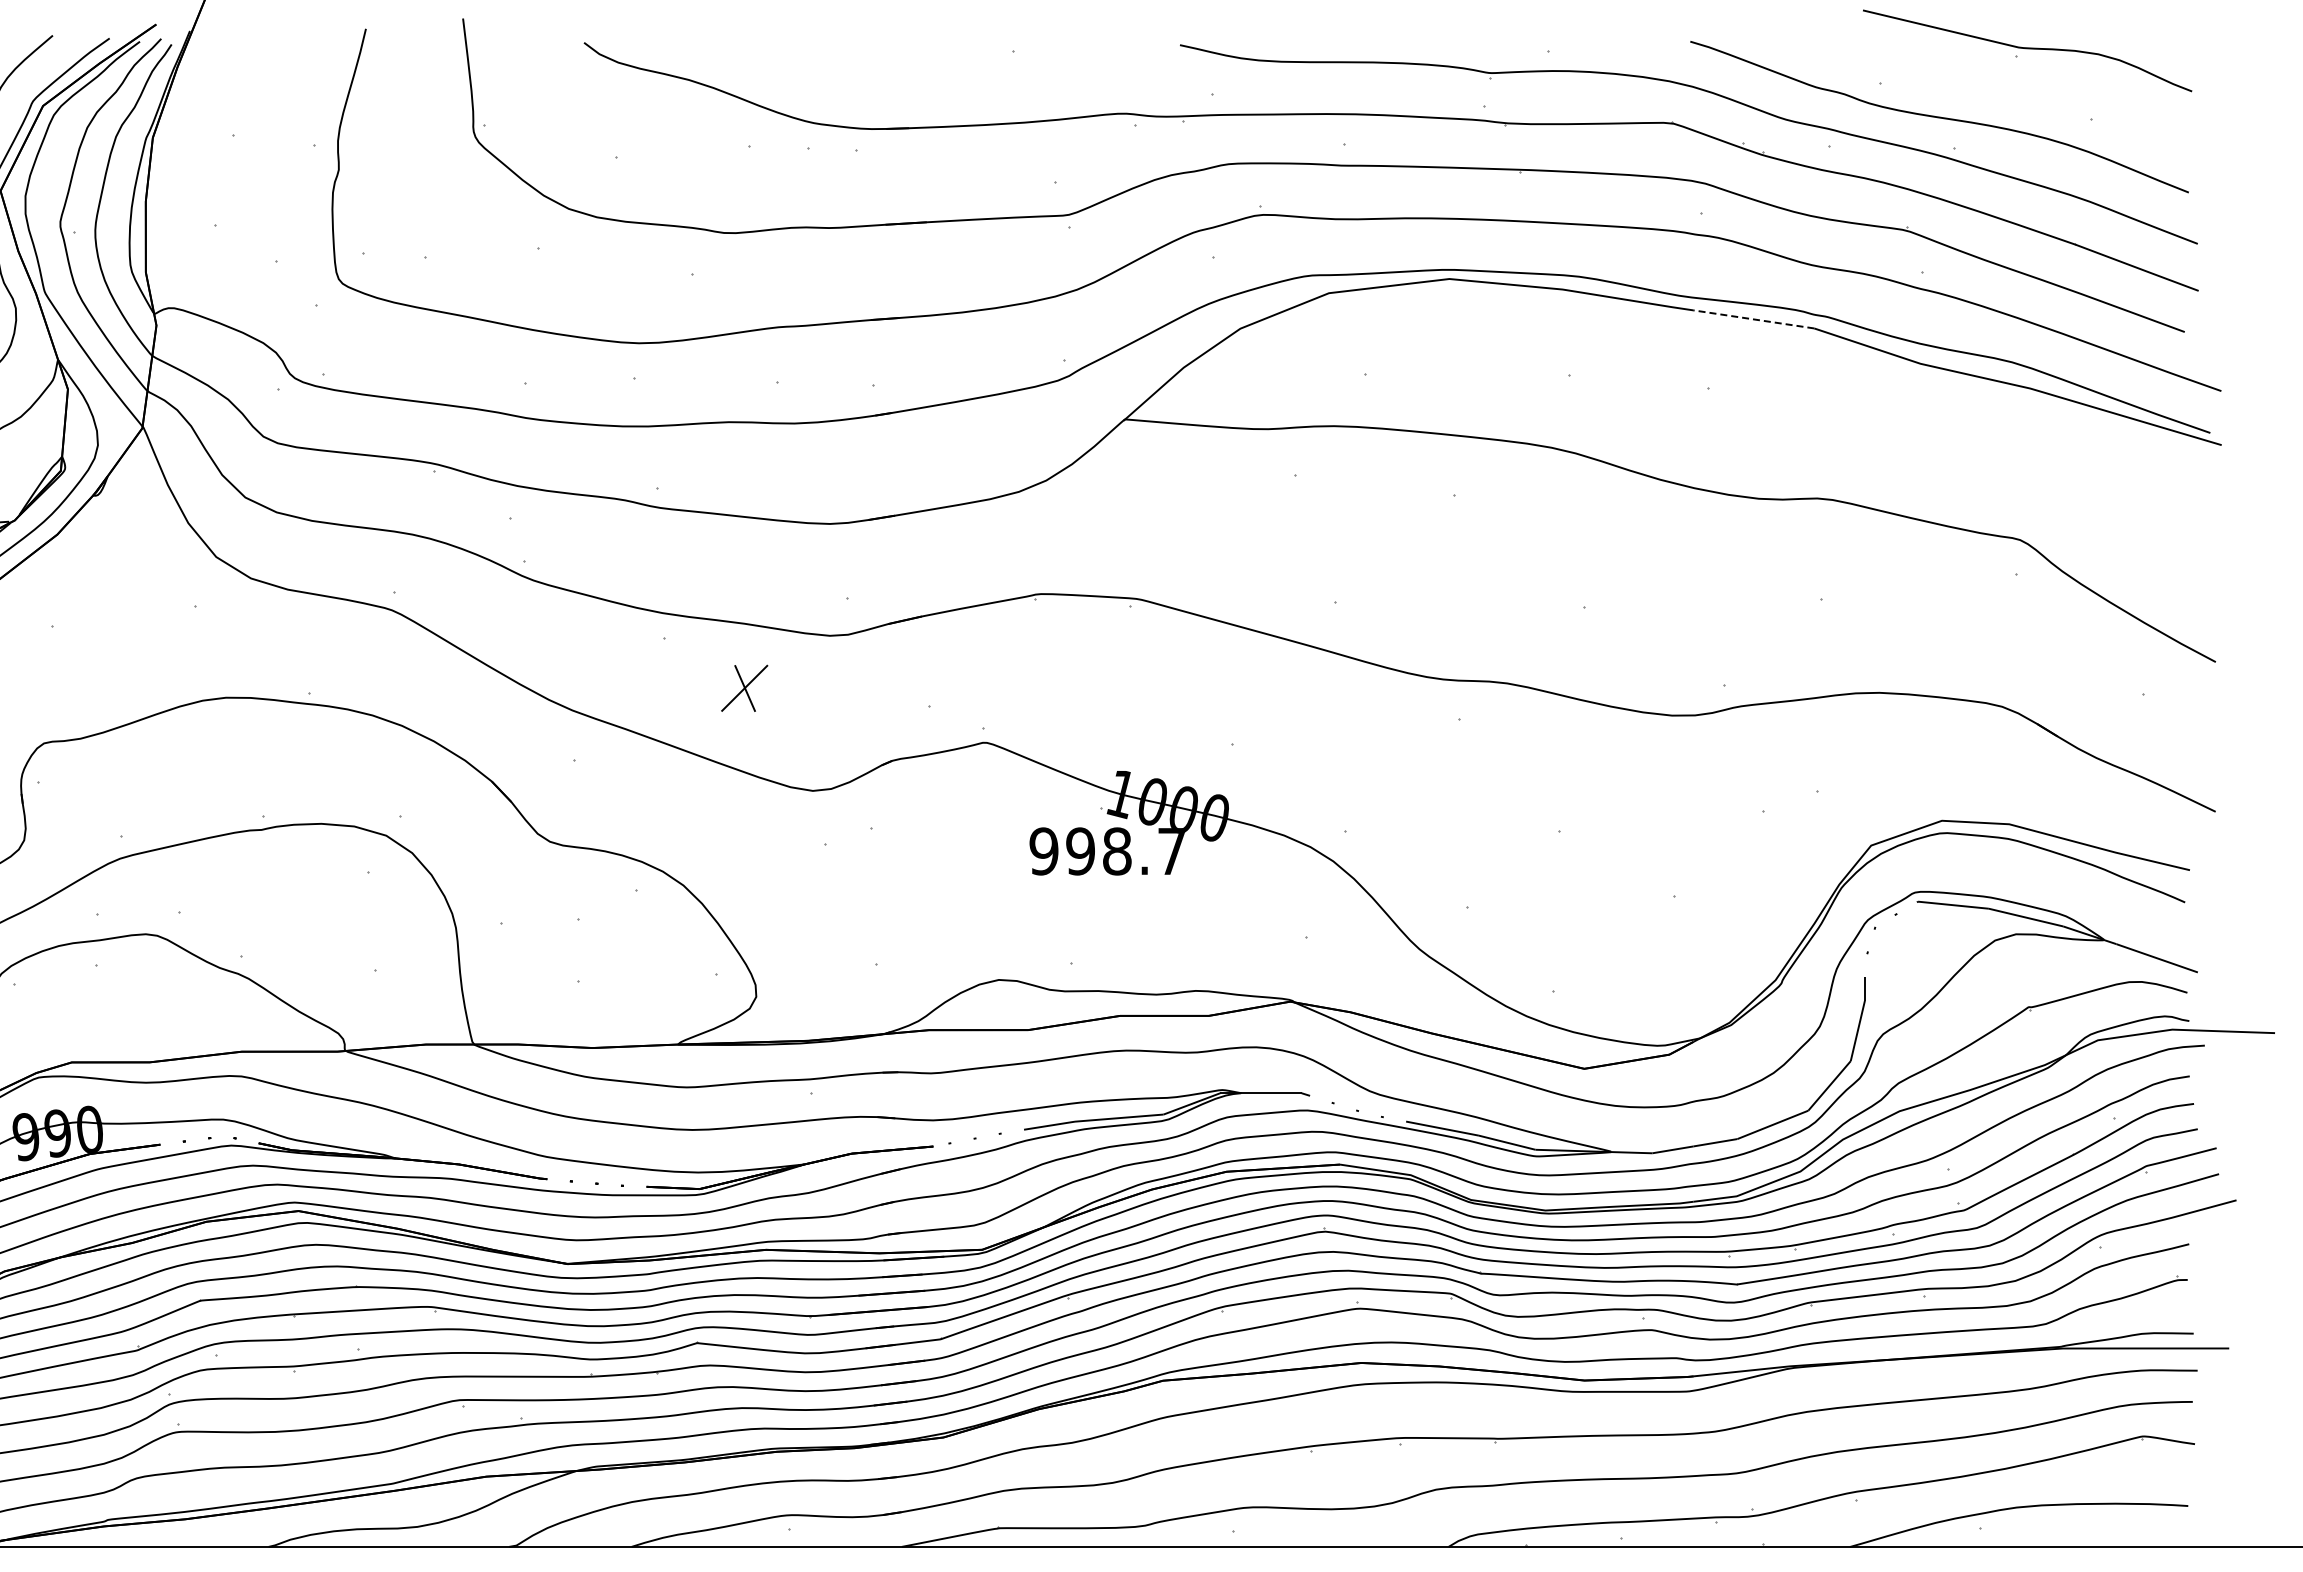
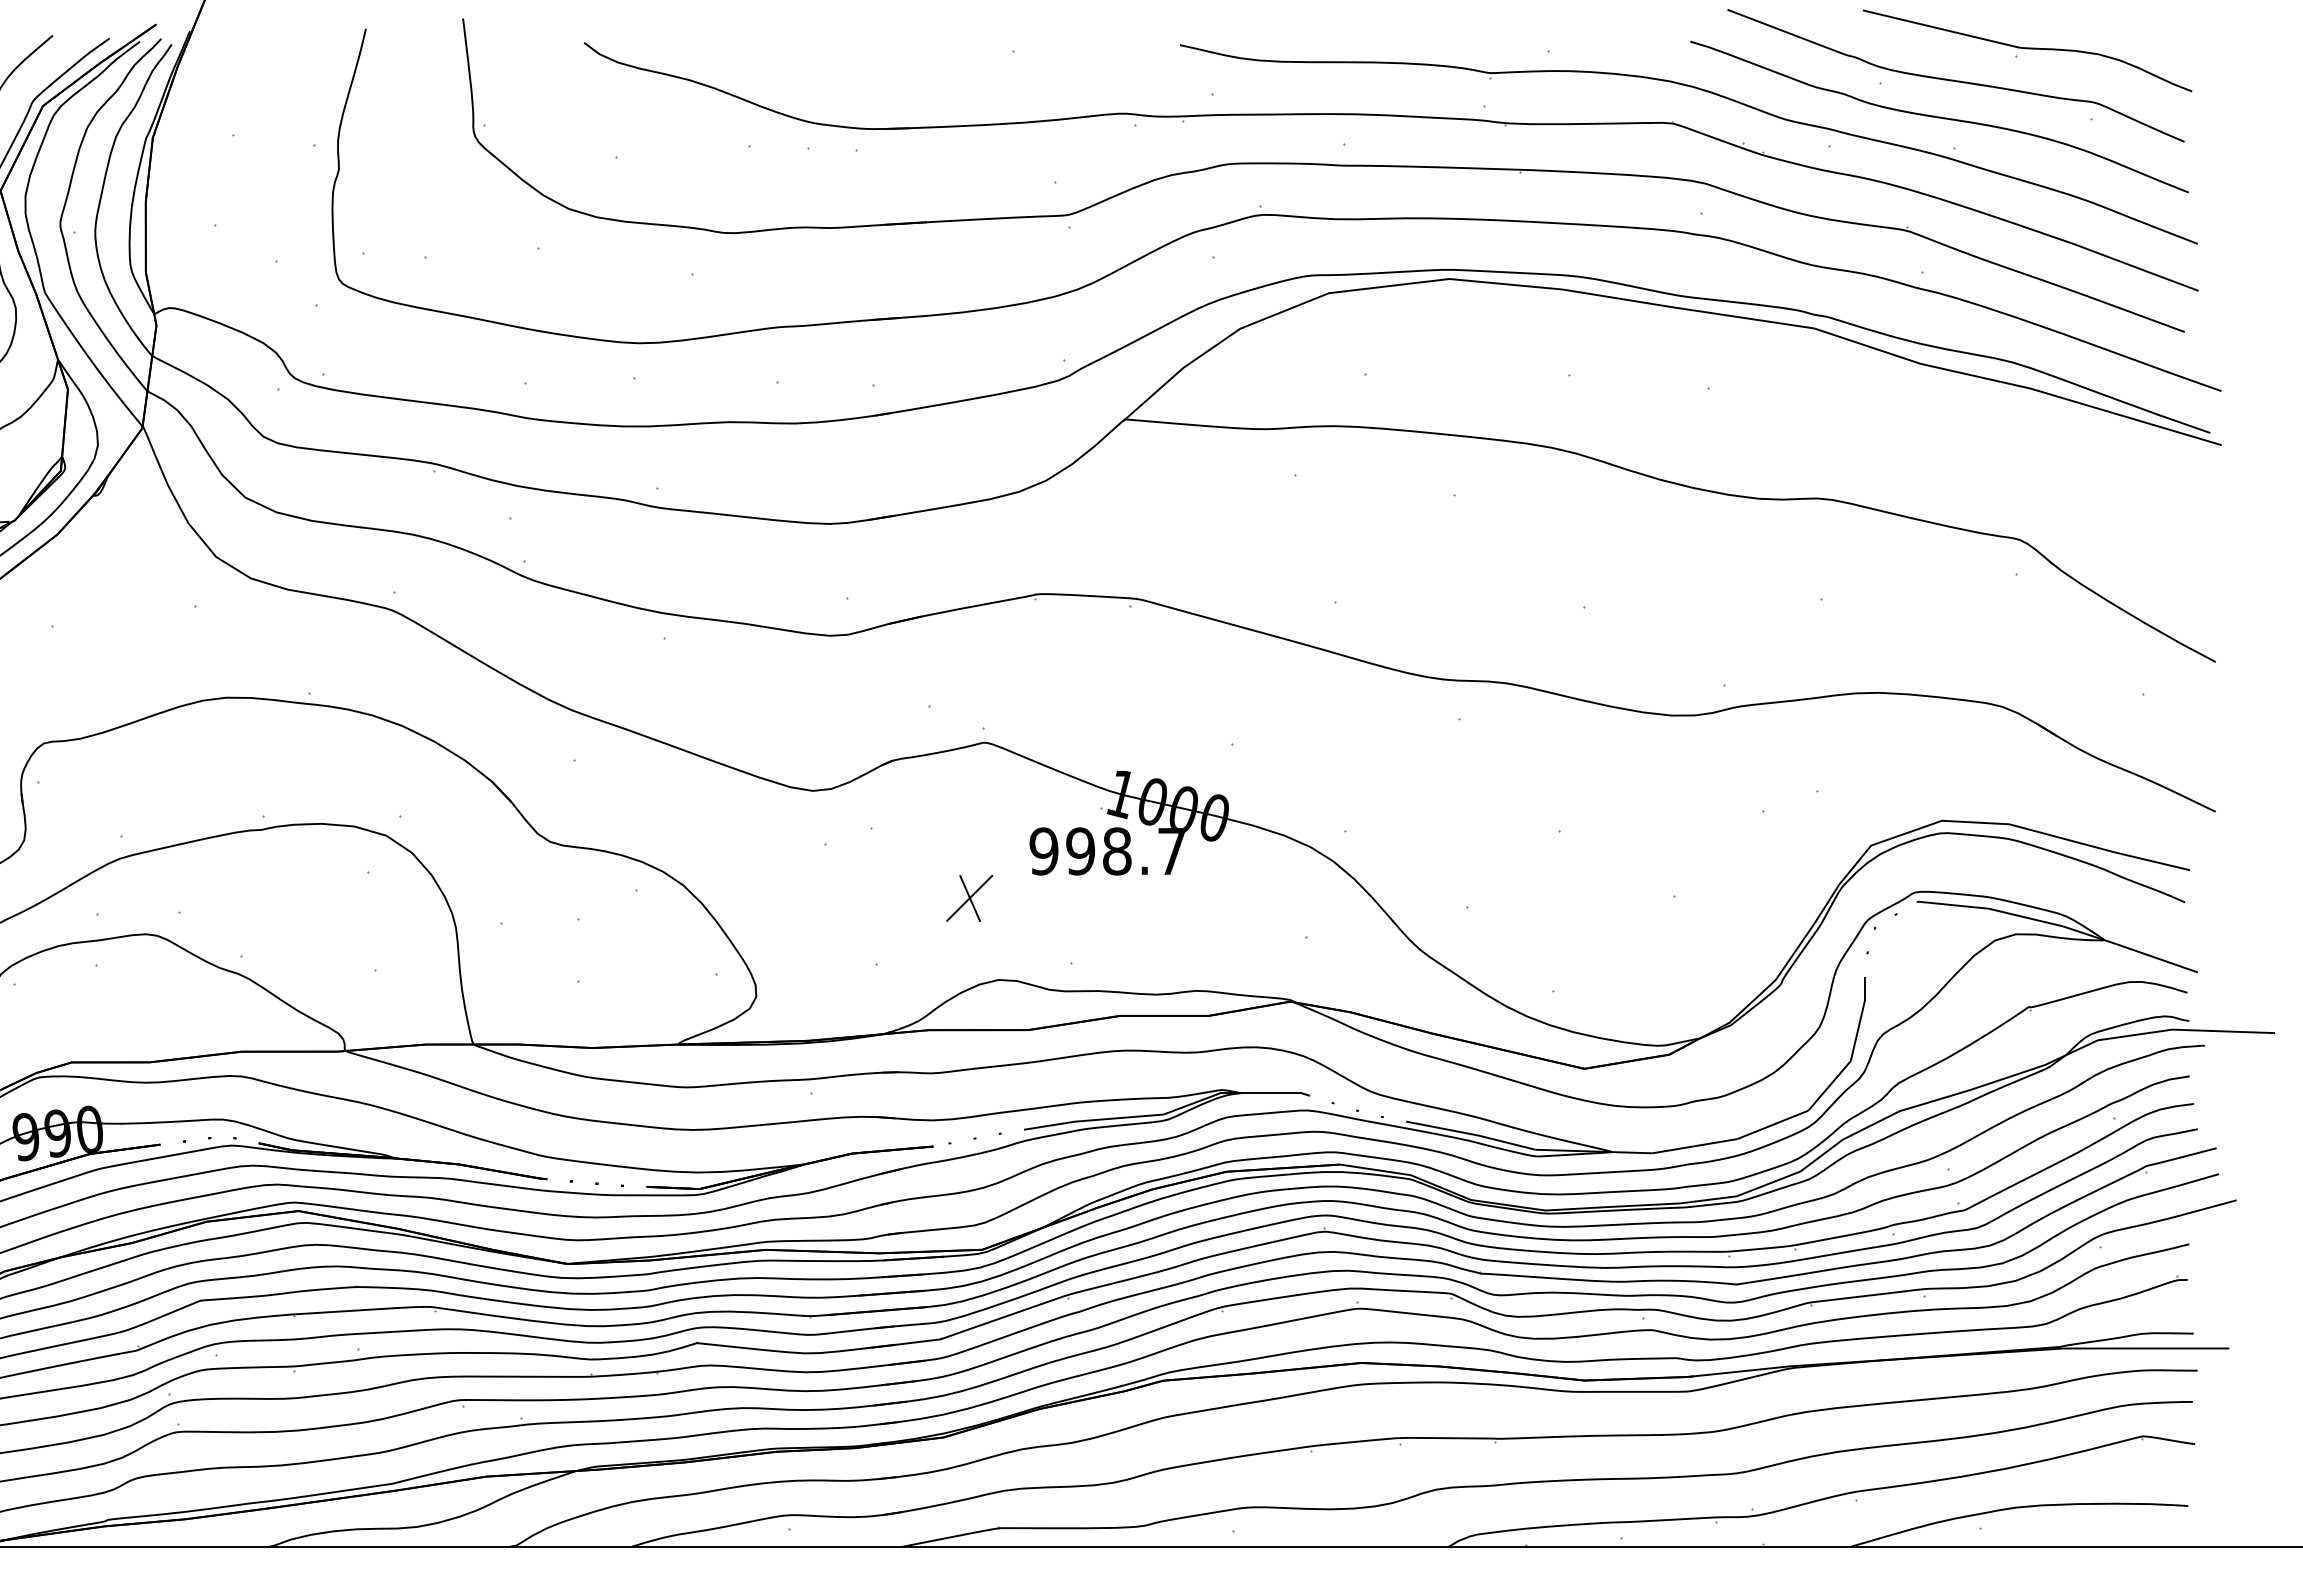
curve at (1953, 79): none -> present
line at (1753, 319): dashed -> solid
part at (744, 687) position: (744, 687) -> (969, 897)
